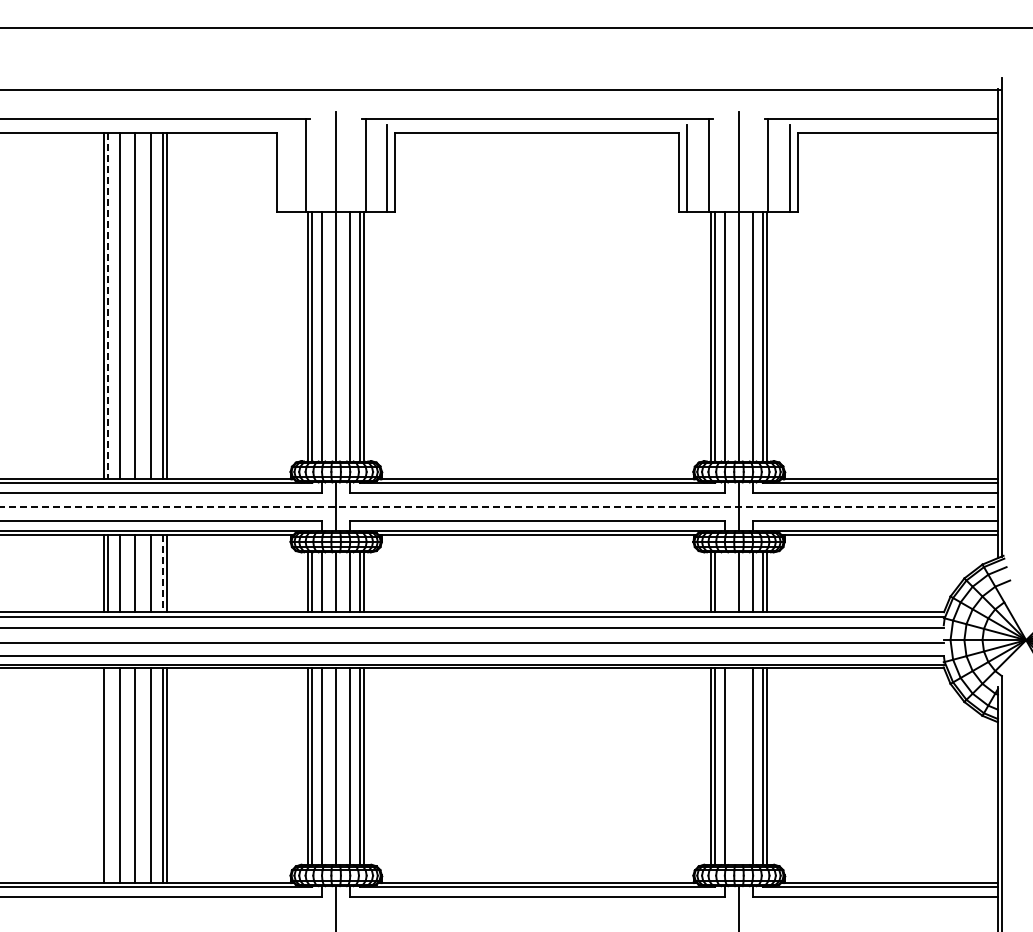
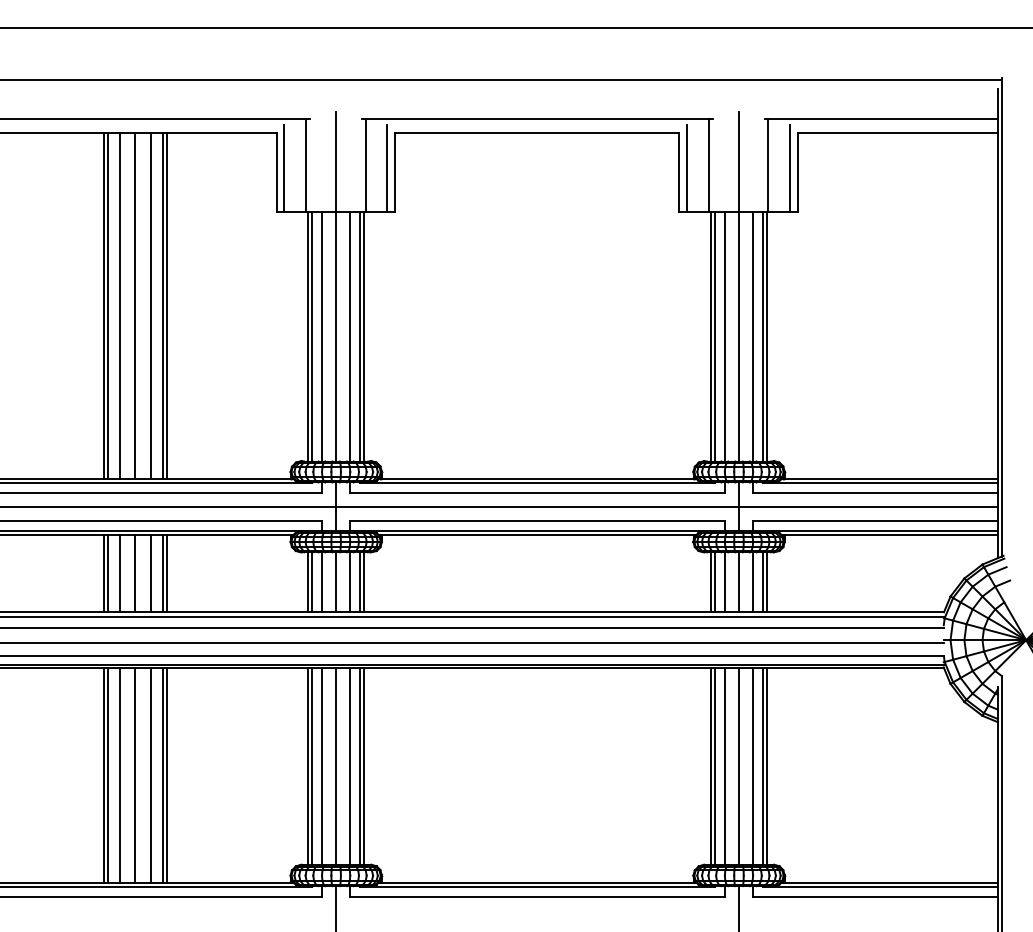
line at (501, 90) position: (501, 90) -> (501, 80)
line at (284, 168): none -> present
line at (108, 306): dashed -> solid
line at (499, 507): dashed -> solid
line at (162, 574): dashed -> solid
line at (724, 582): none -> present
line at (738, 766): none -> present
line at (108, 774): none -> present
